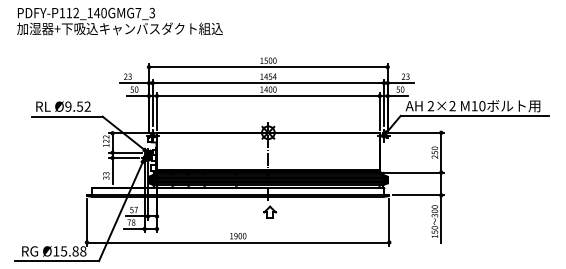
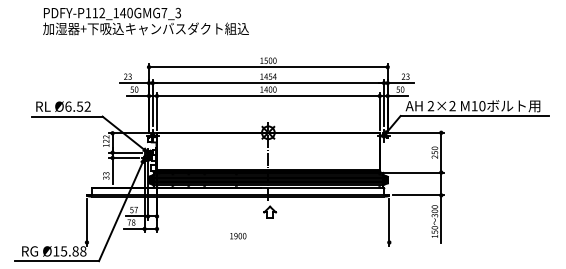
text at (119, 21) position: (119, 21) -> (145, 21)
text at (68, 106): Ø9.52 -> Ø6.52
line at (237, 242): present -> none
